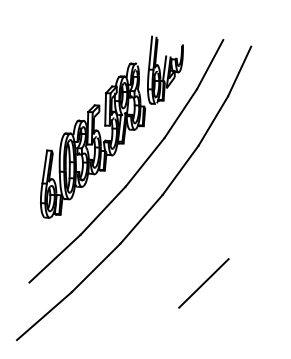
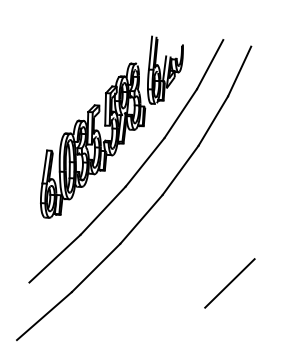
line at (203, 283) position: (203, 283) -> (229, 283)
